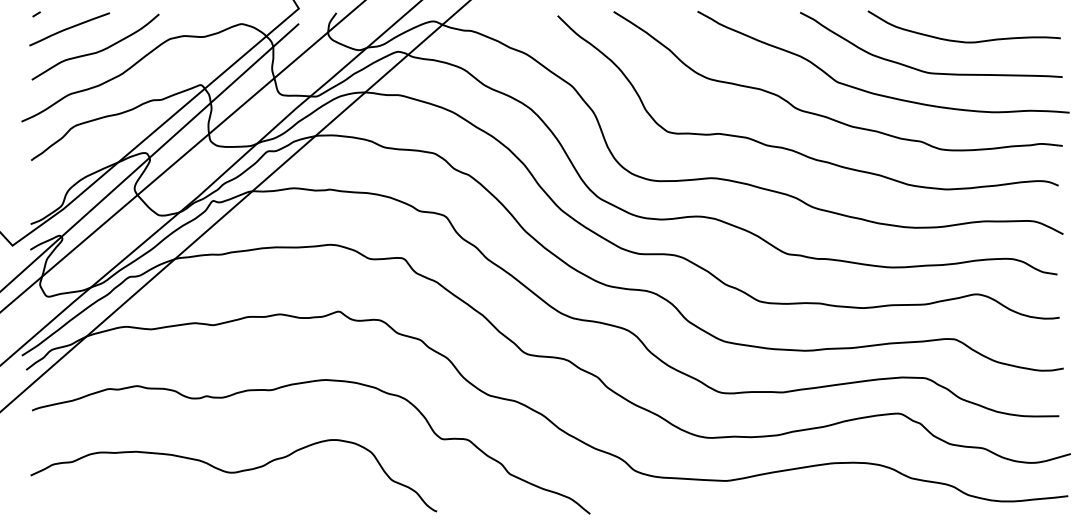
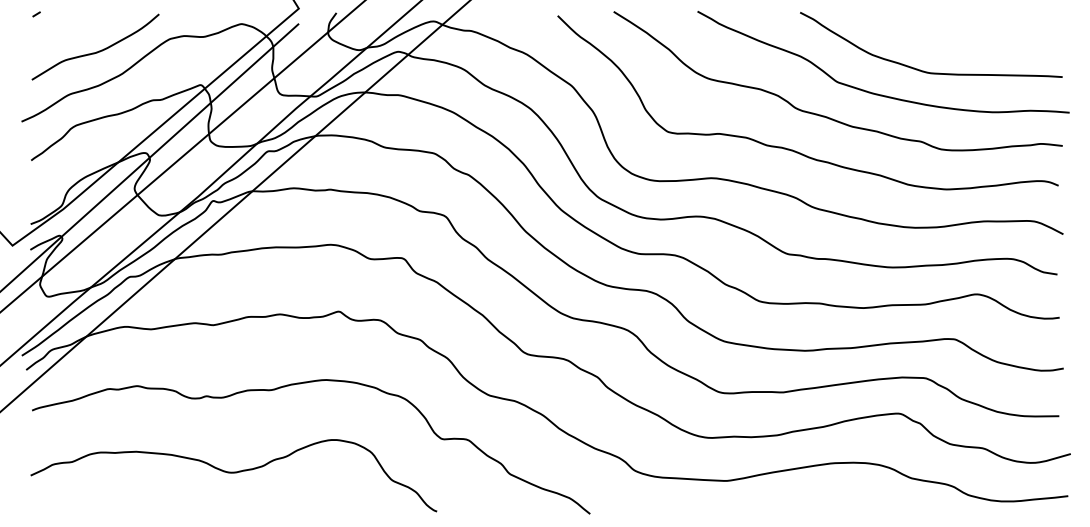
curve at (69, 28): present -> none
curve at (959, 40): present -> none
